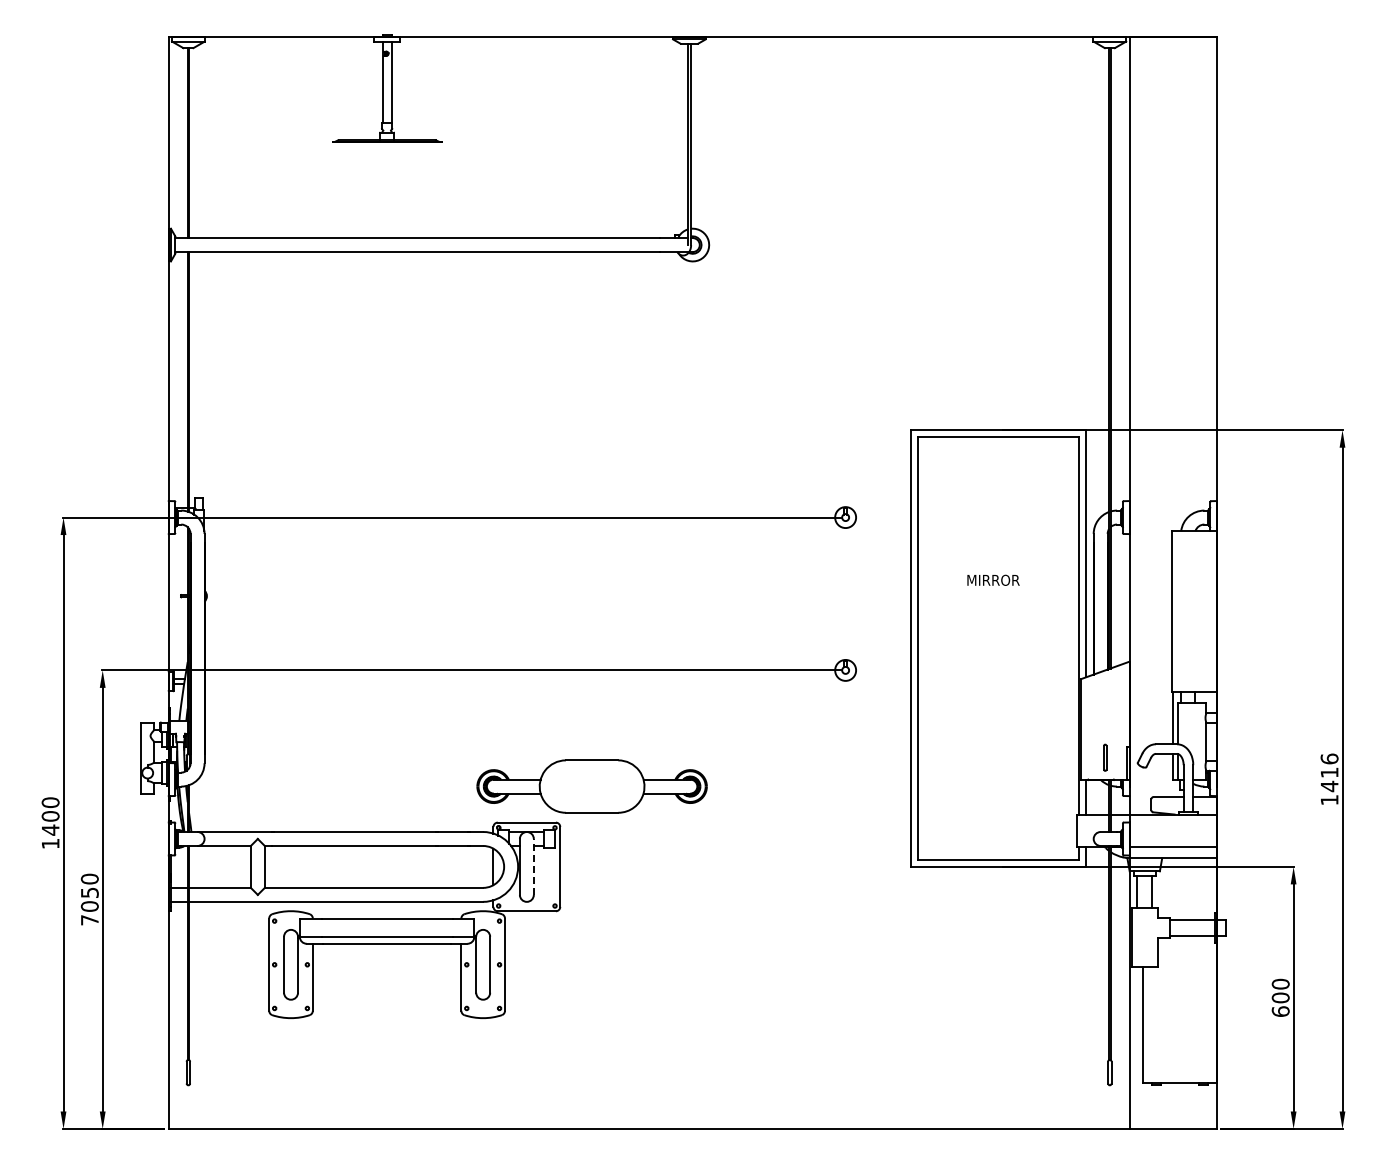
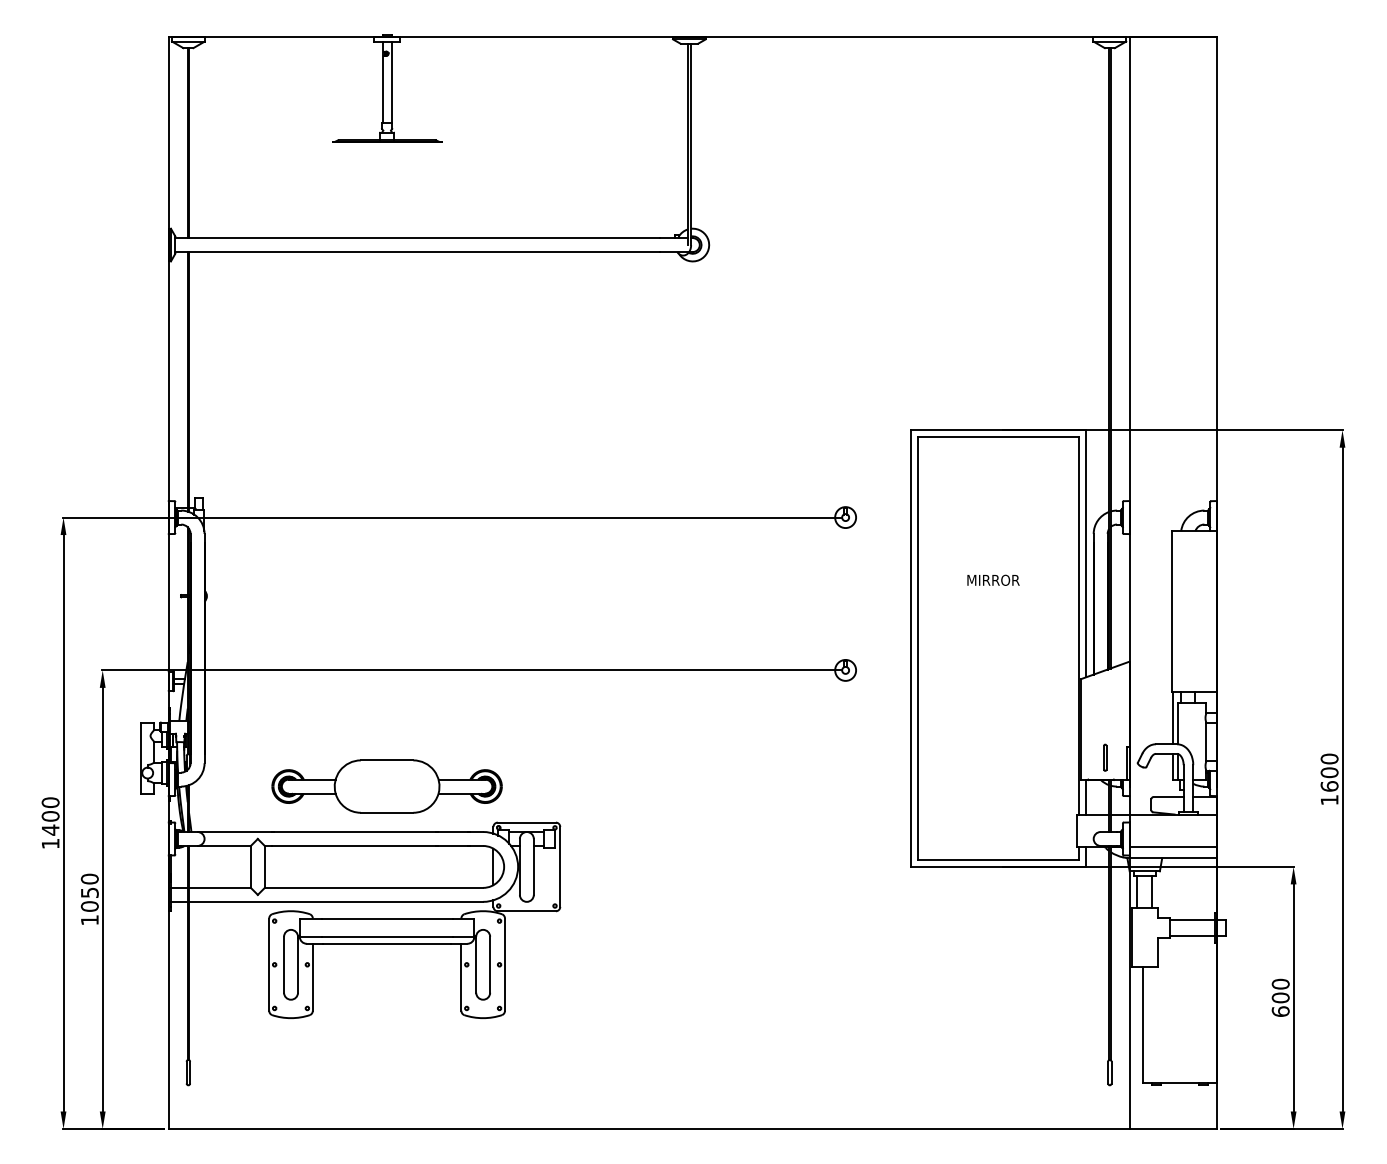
text at (1329, 772): 1416 -> 1600
part at (591, 786) position: (591, 786) -> (386, 786)
line at (533, 866): dashed -> solid
text at (89, 920): 7050 -> 1050
